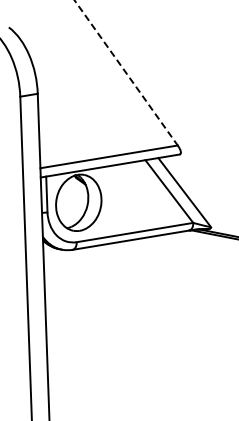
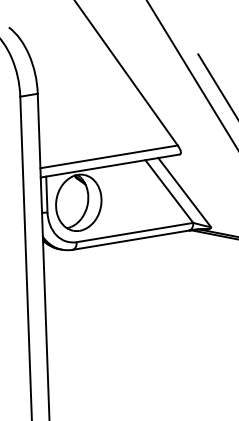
line at (126, 73): dashed -> solid
line at (191, 74): none -> present
line at (216, 85): none -> present
